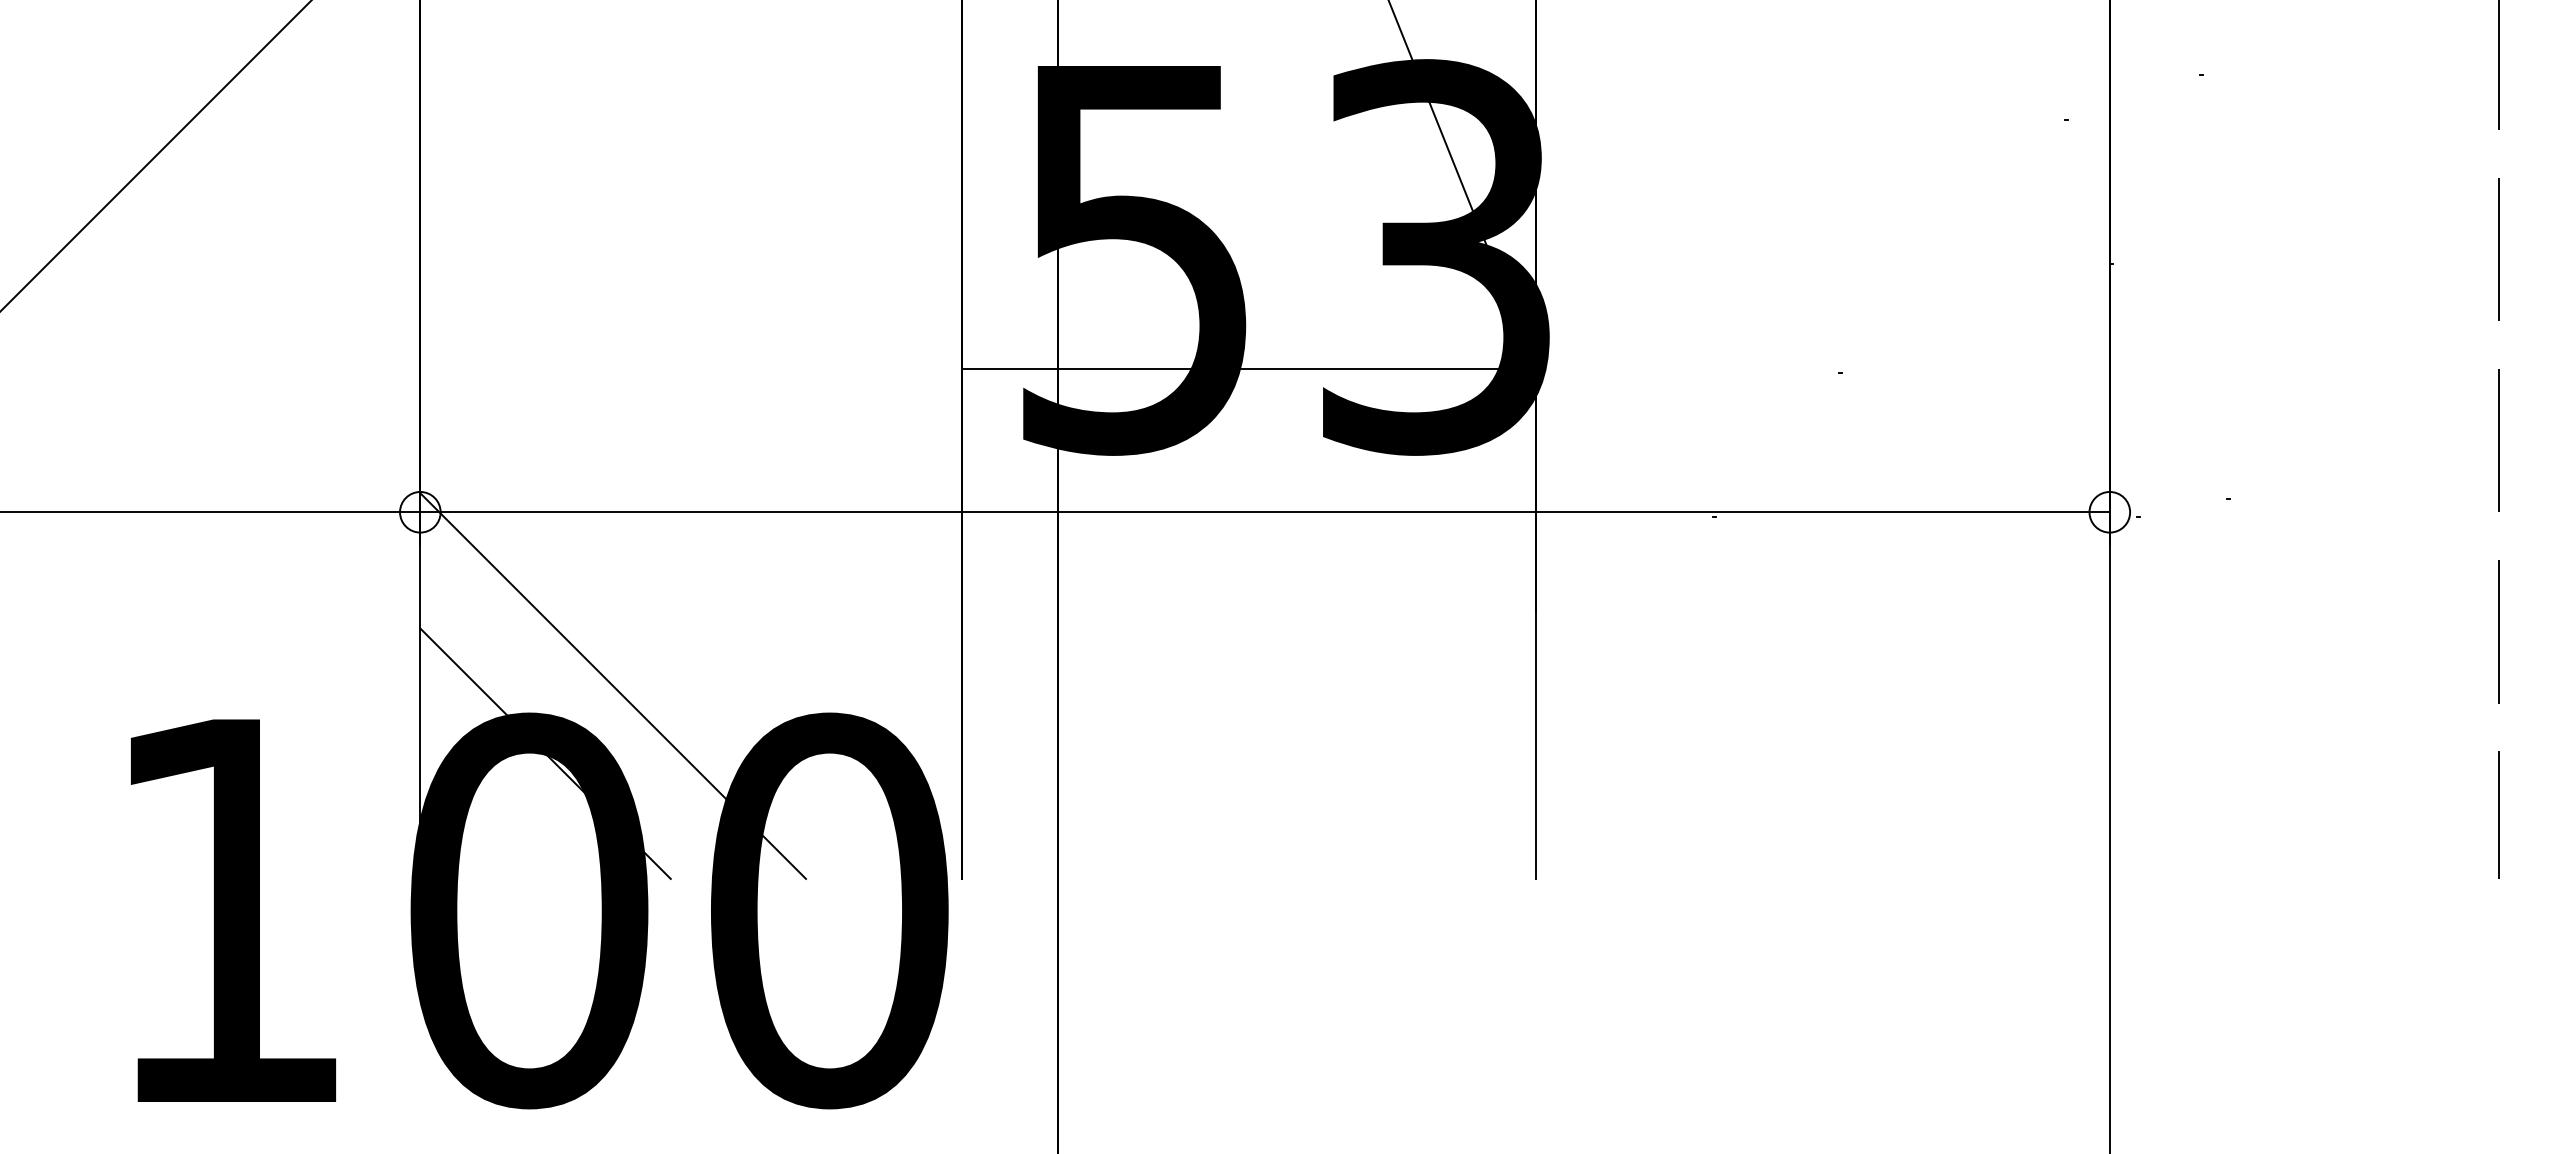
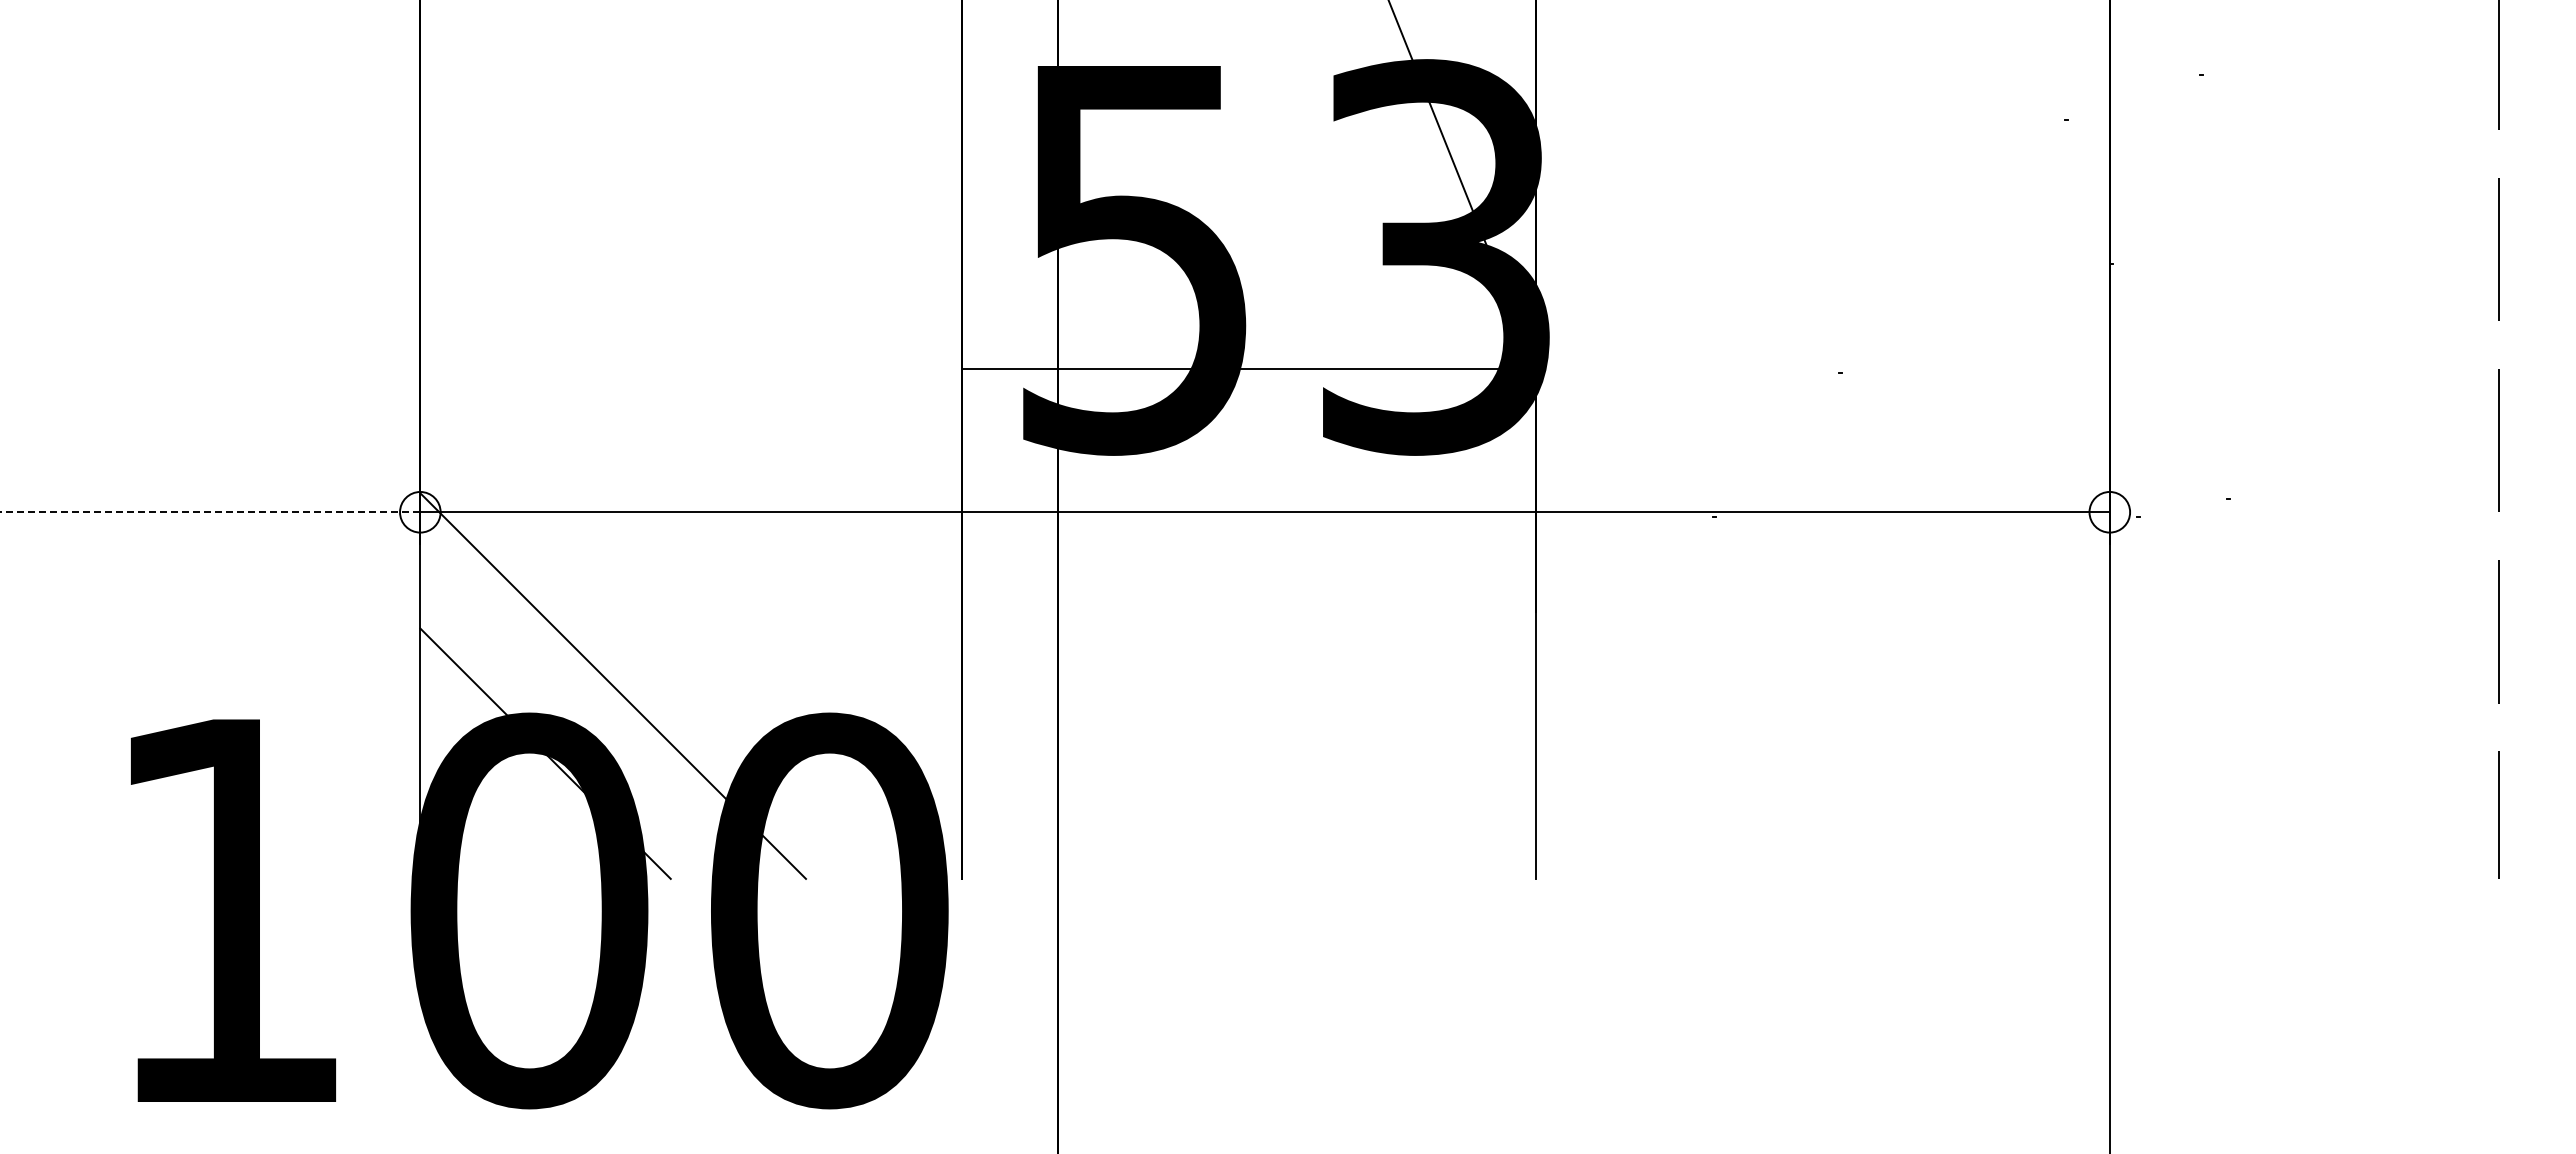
line at (155, 155): present -> none
line at (210, 512): solid -> dashed
